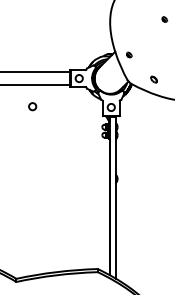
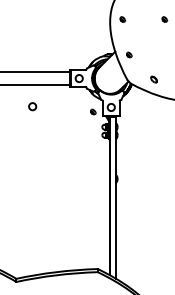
part at (122, 19): none -> present
part at (93, 111): none -> present
